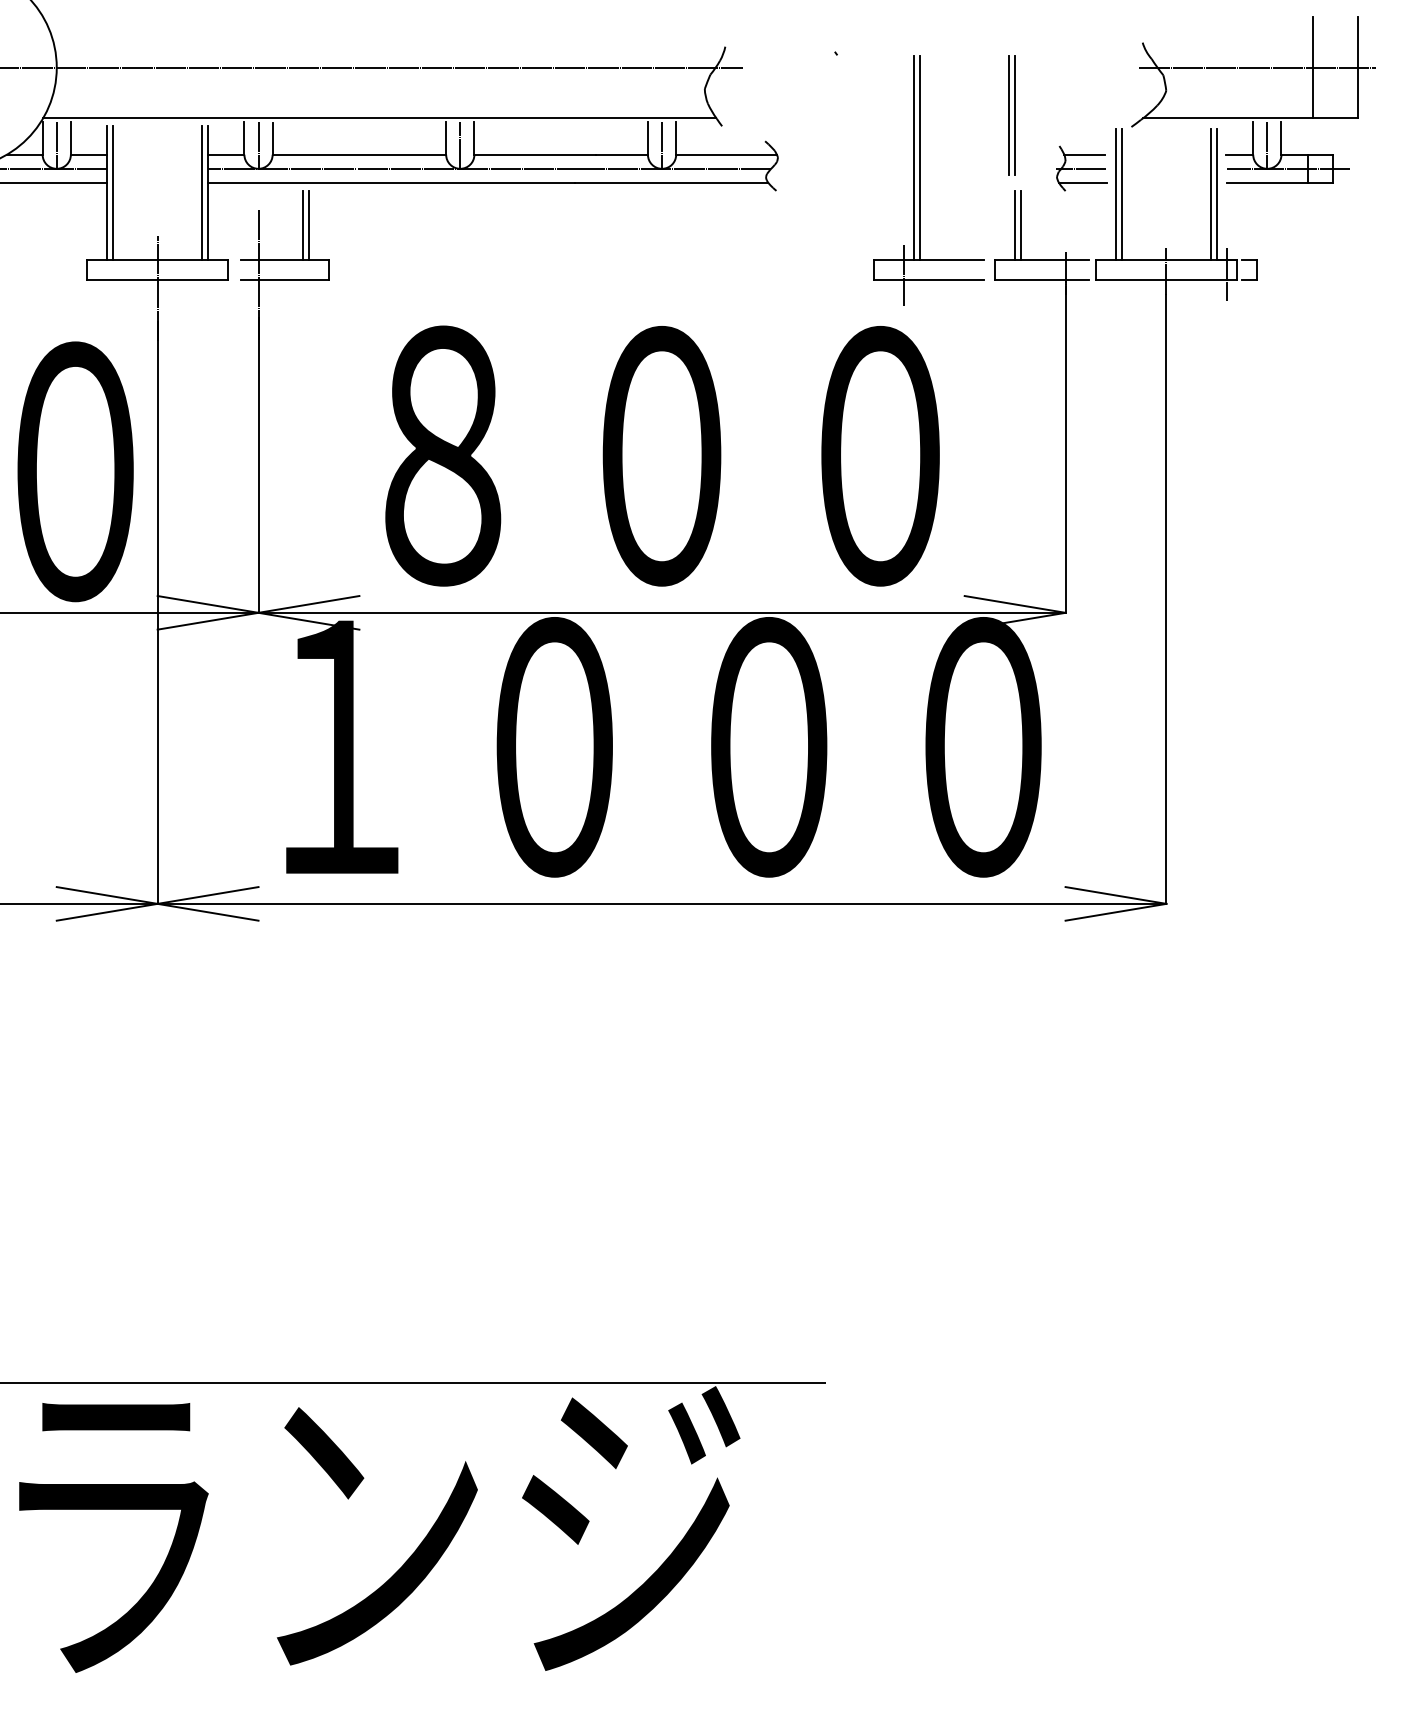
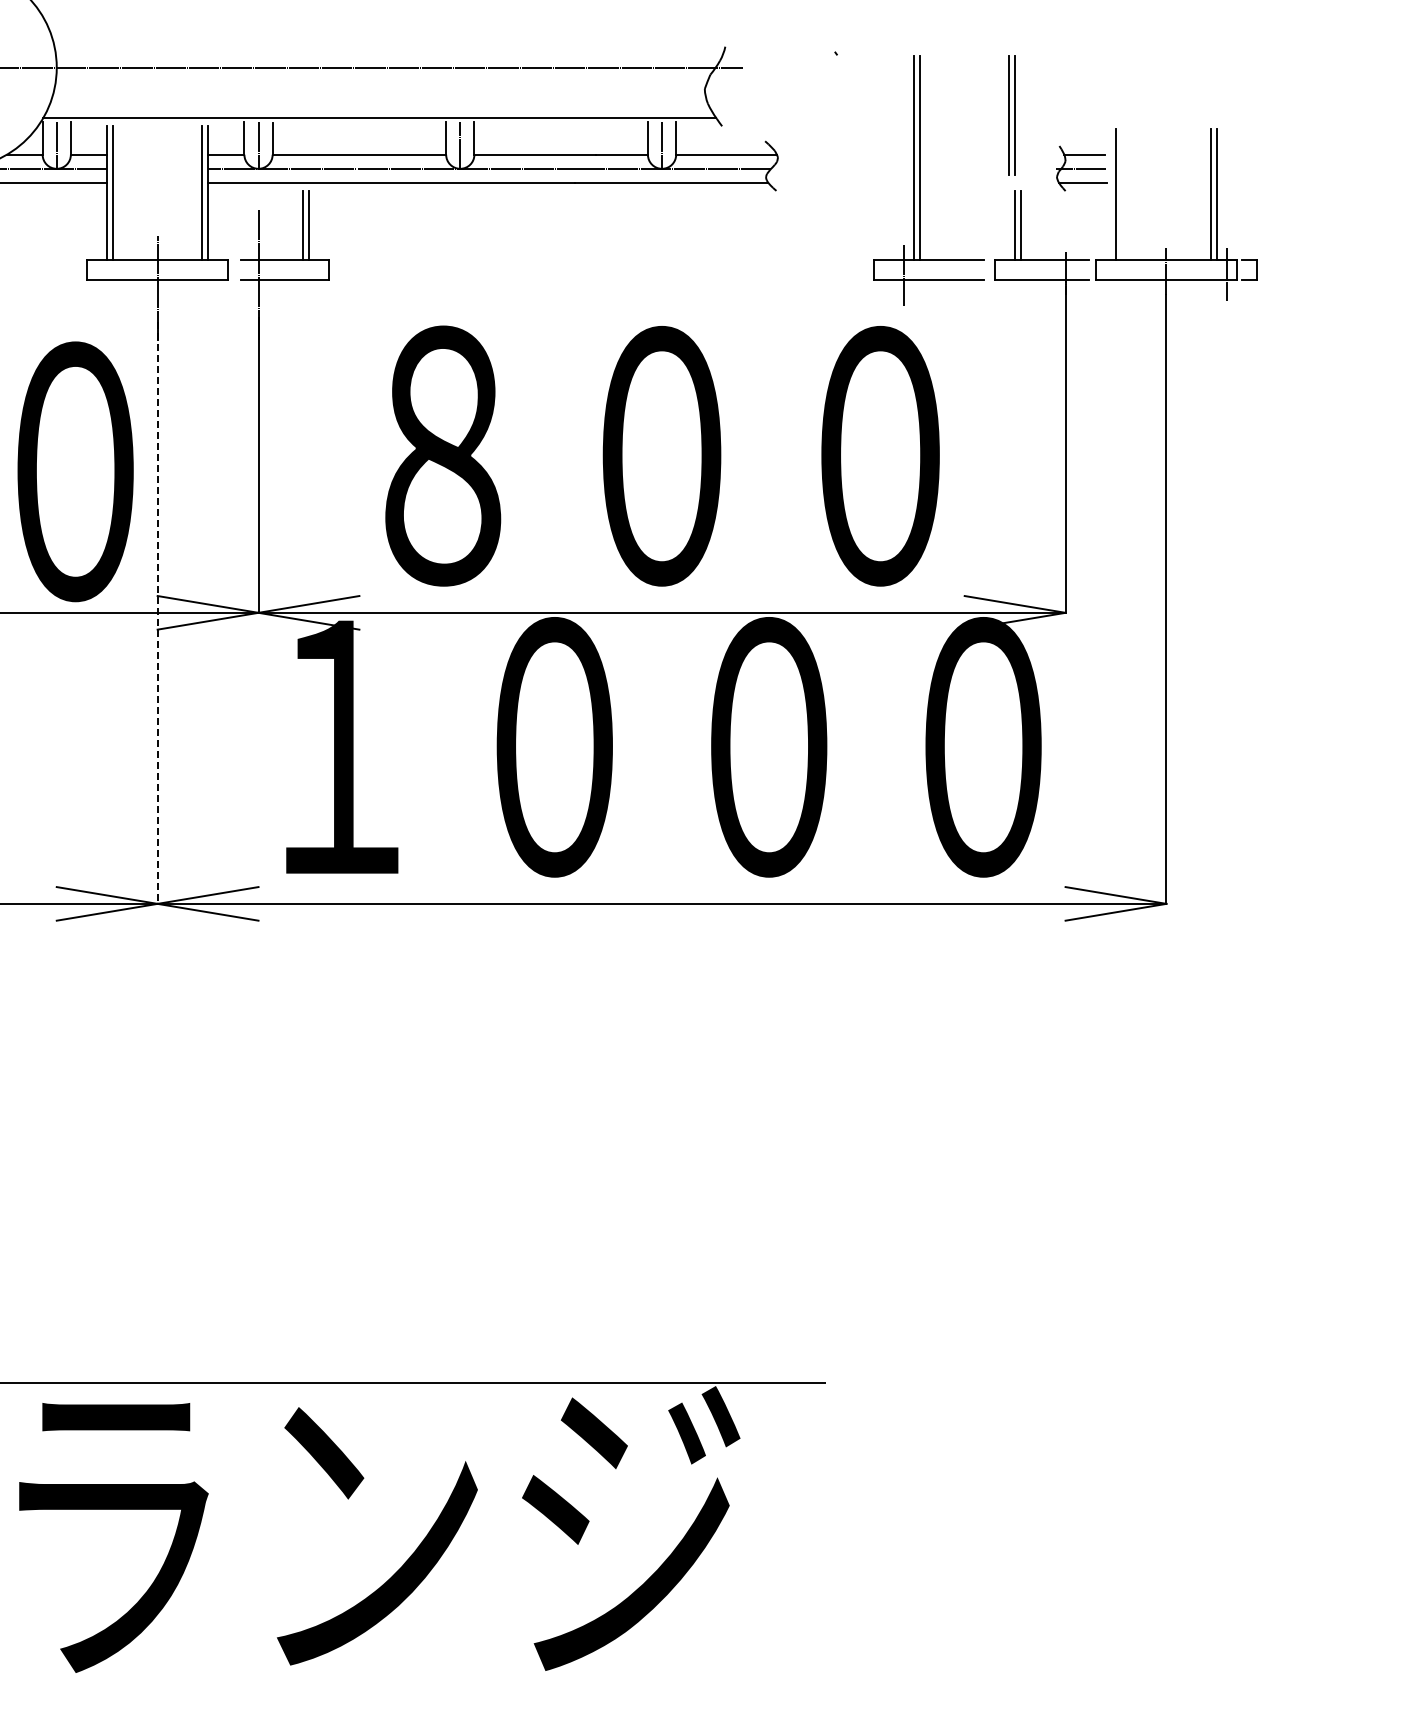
part at (1253, 117): present -> none
line at (1122, 193): present -> none
line at (157, 613): solid -> dashed
